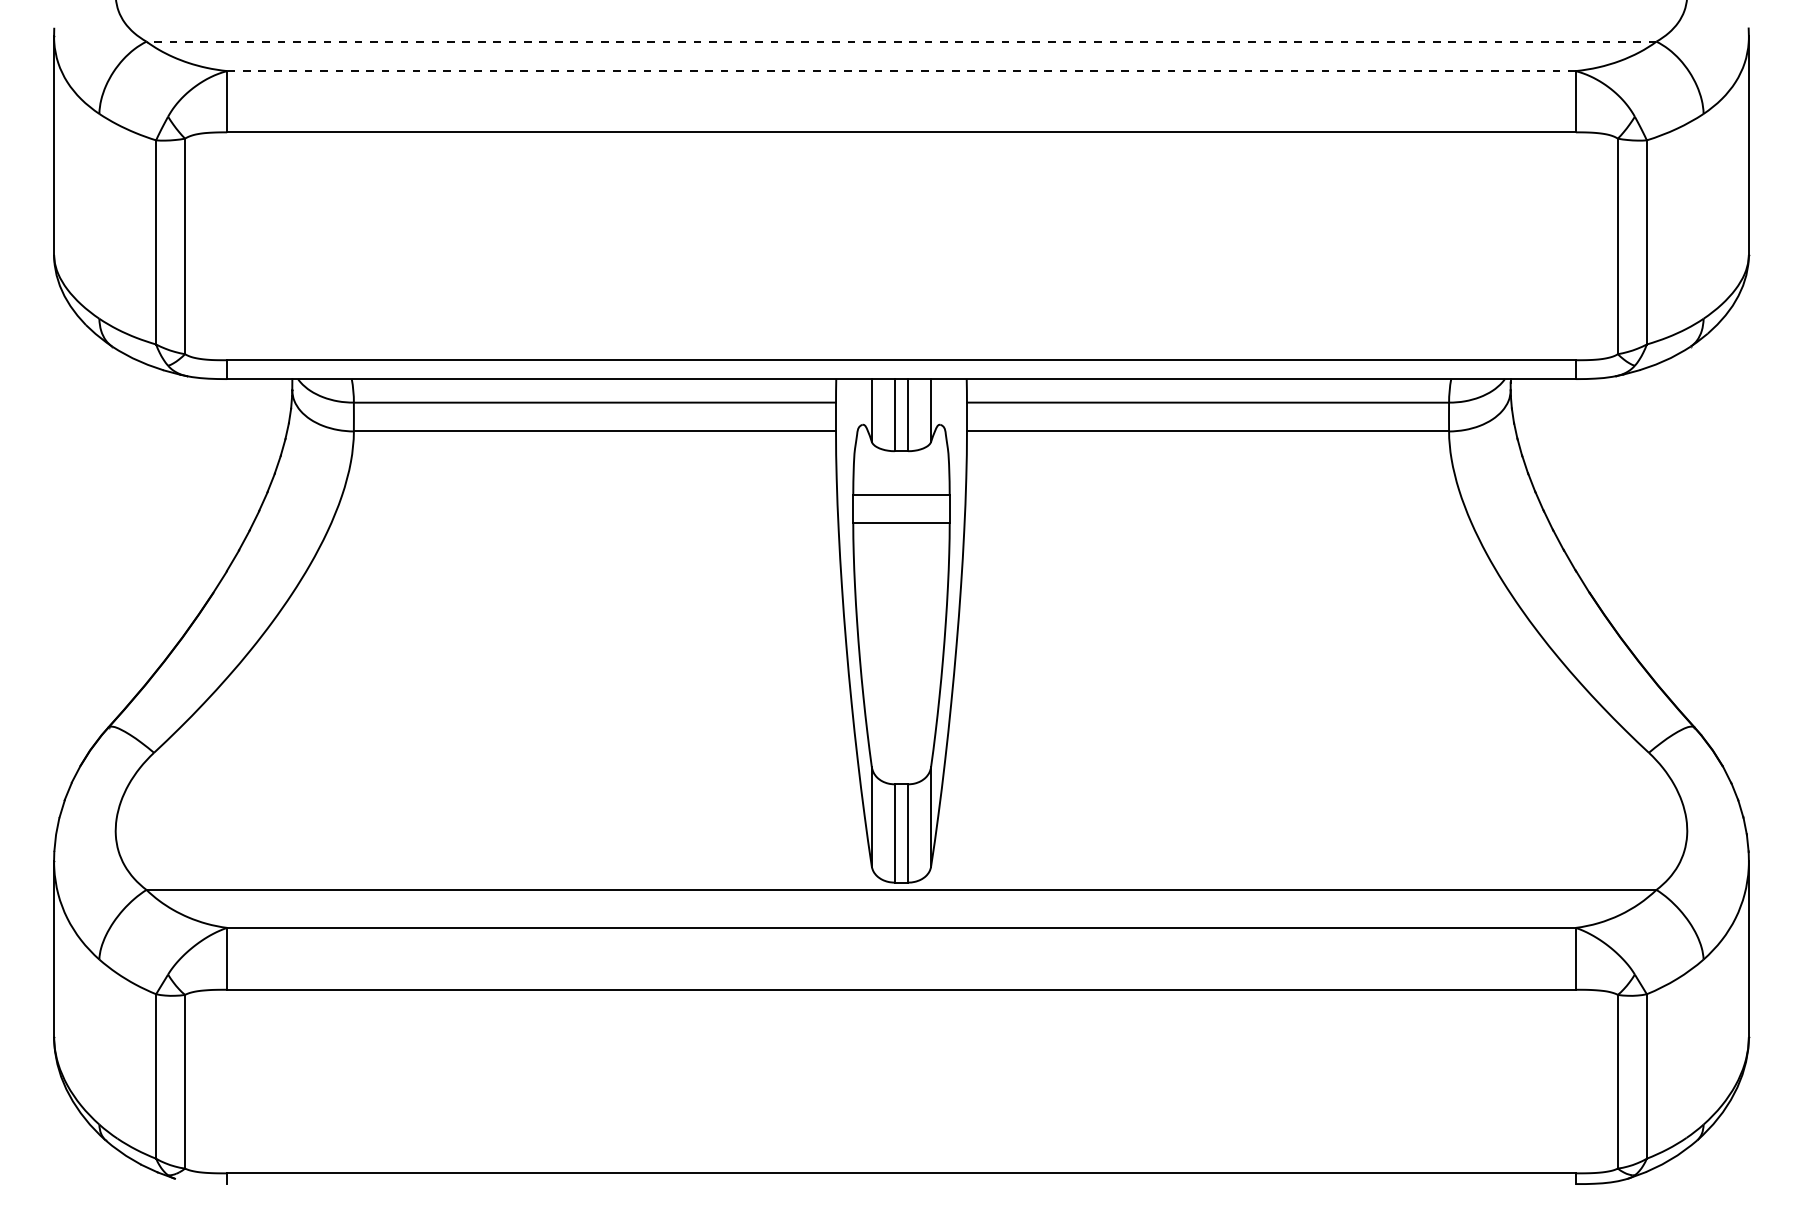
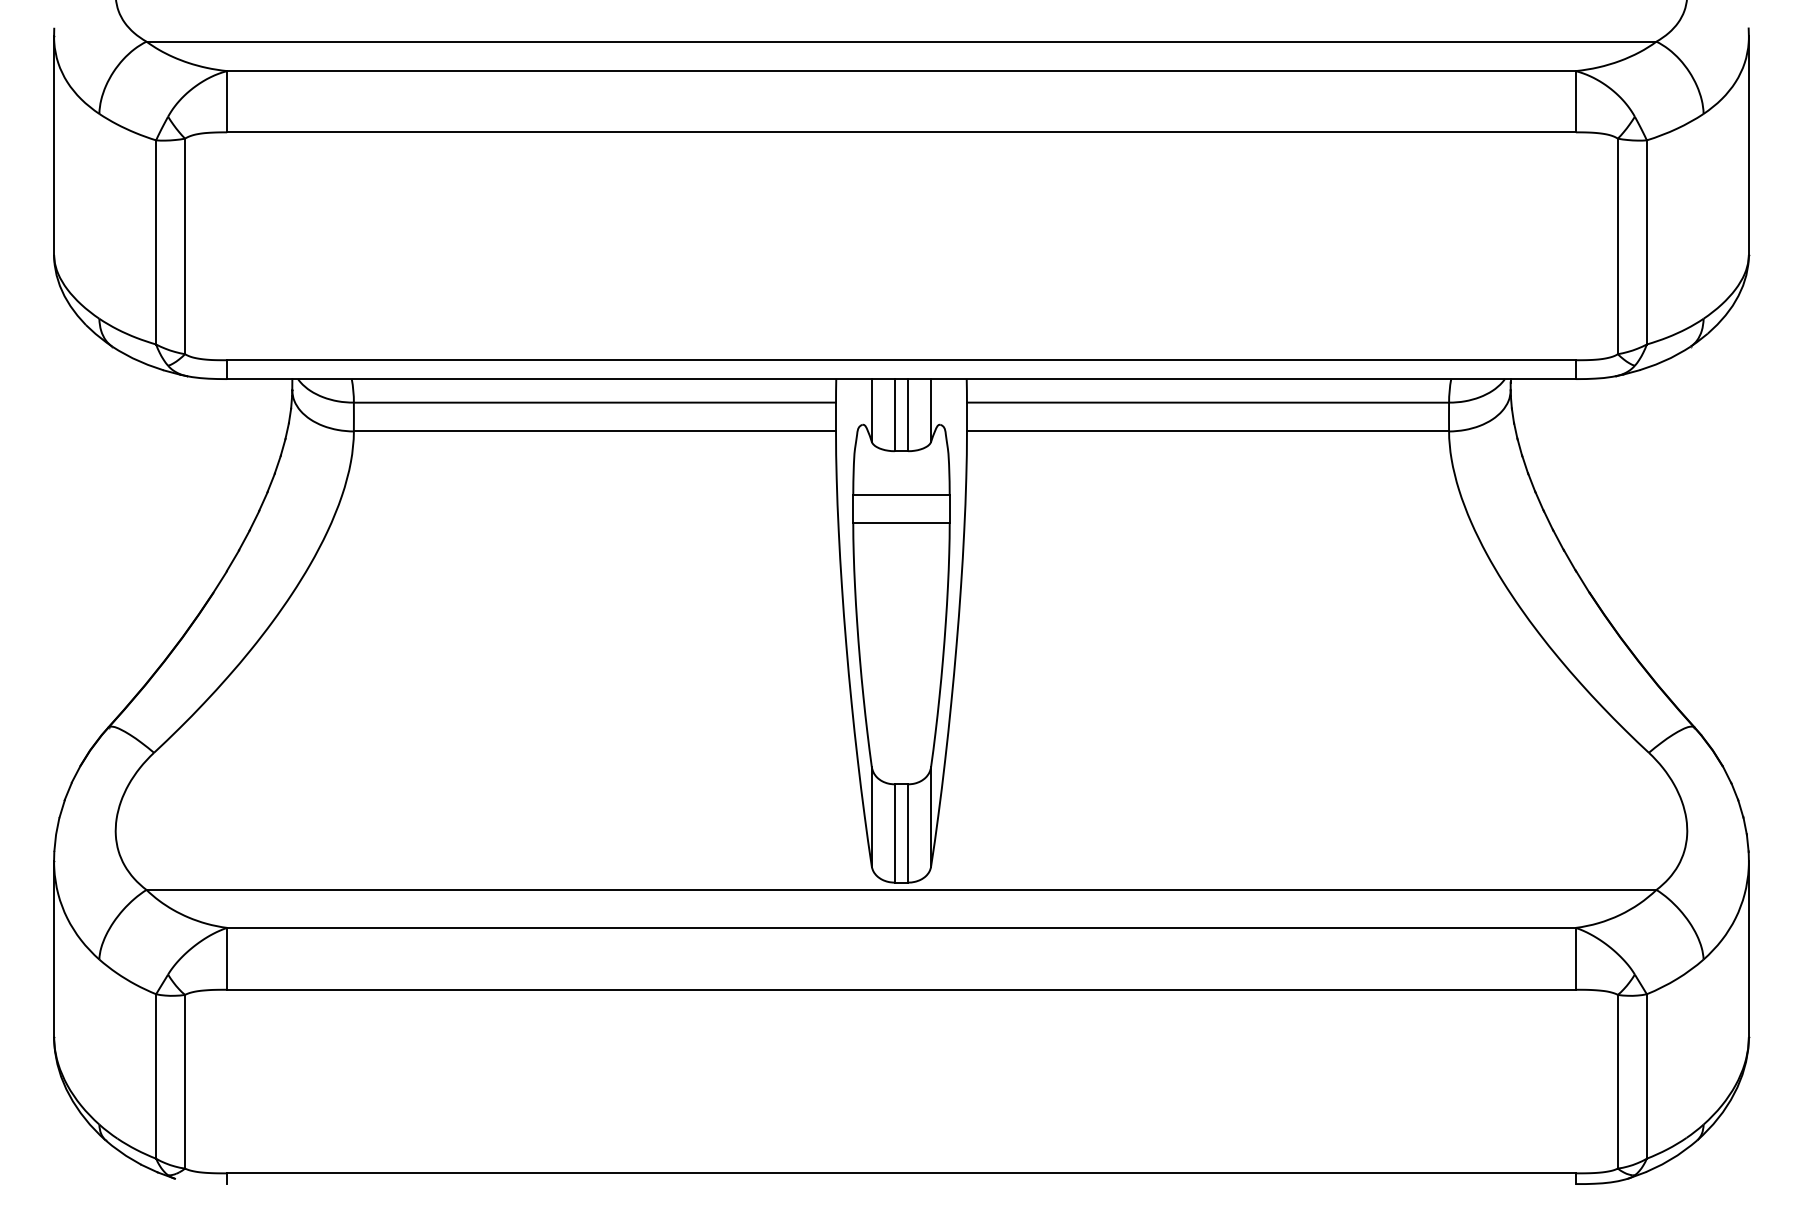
line at (901, 41): dashed -> solid
line at (901, 71): dashed -> solid
